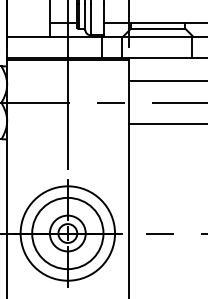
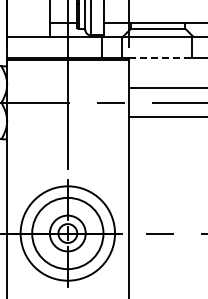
line at (160, 58): solid -> dashed
line at (166, 81) position: (166, 81) -> (166, 88)
line at (166, 124) position: (166, 124) -> (166, 117)
